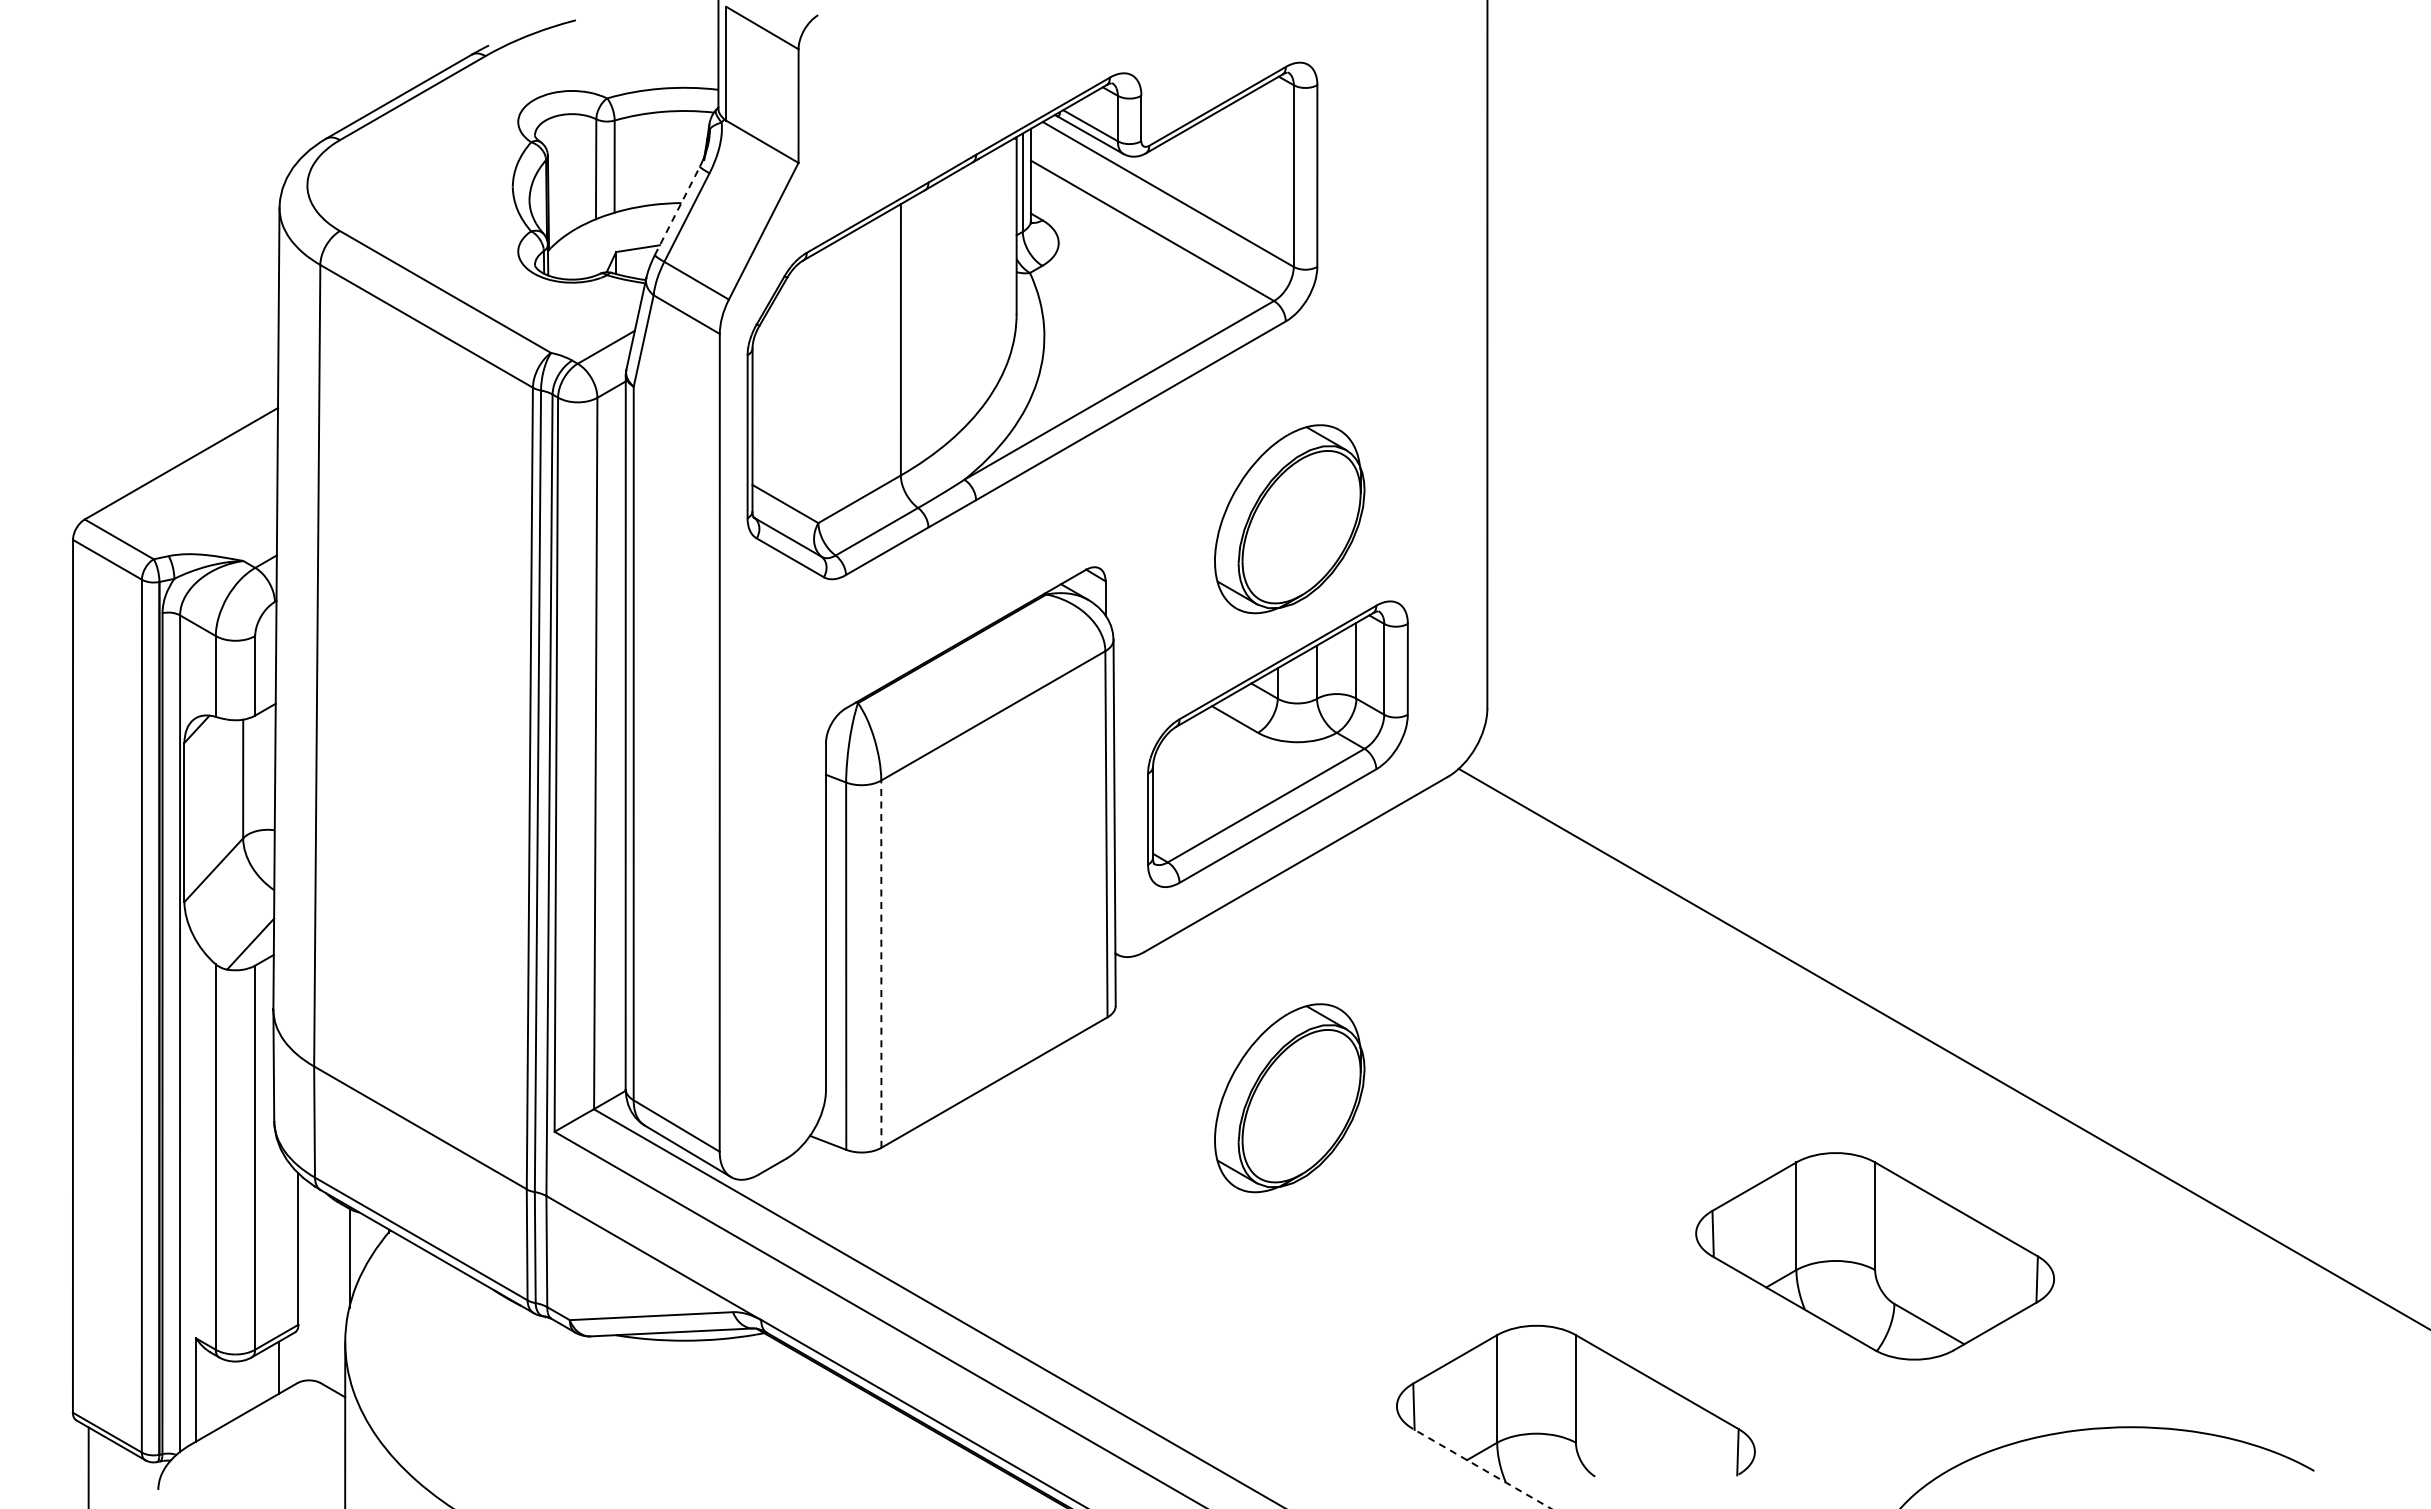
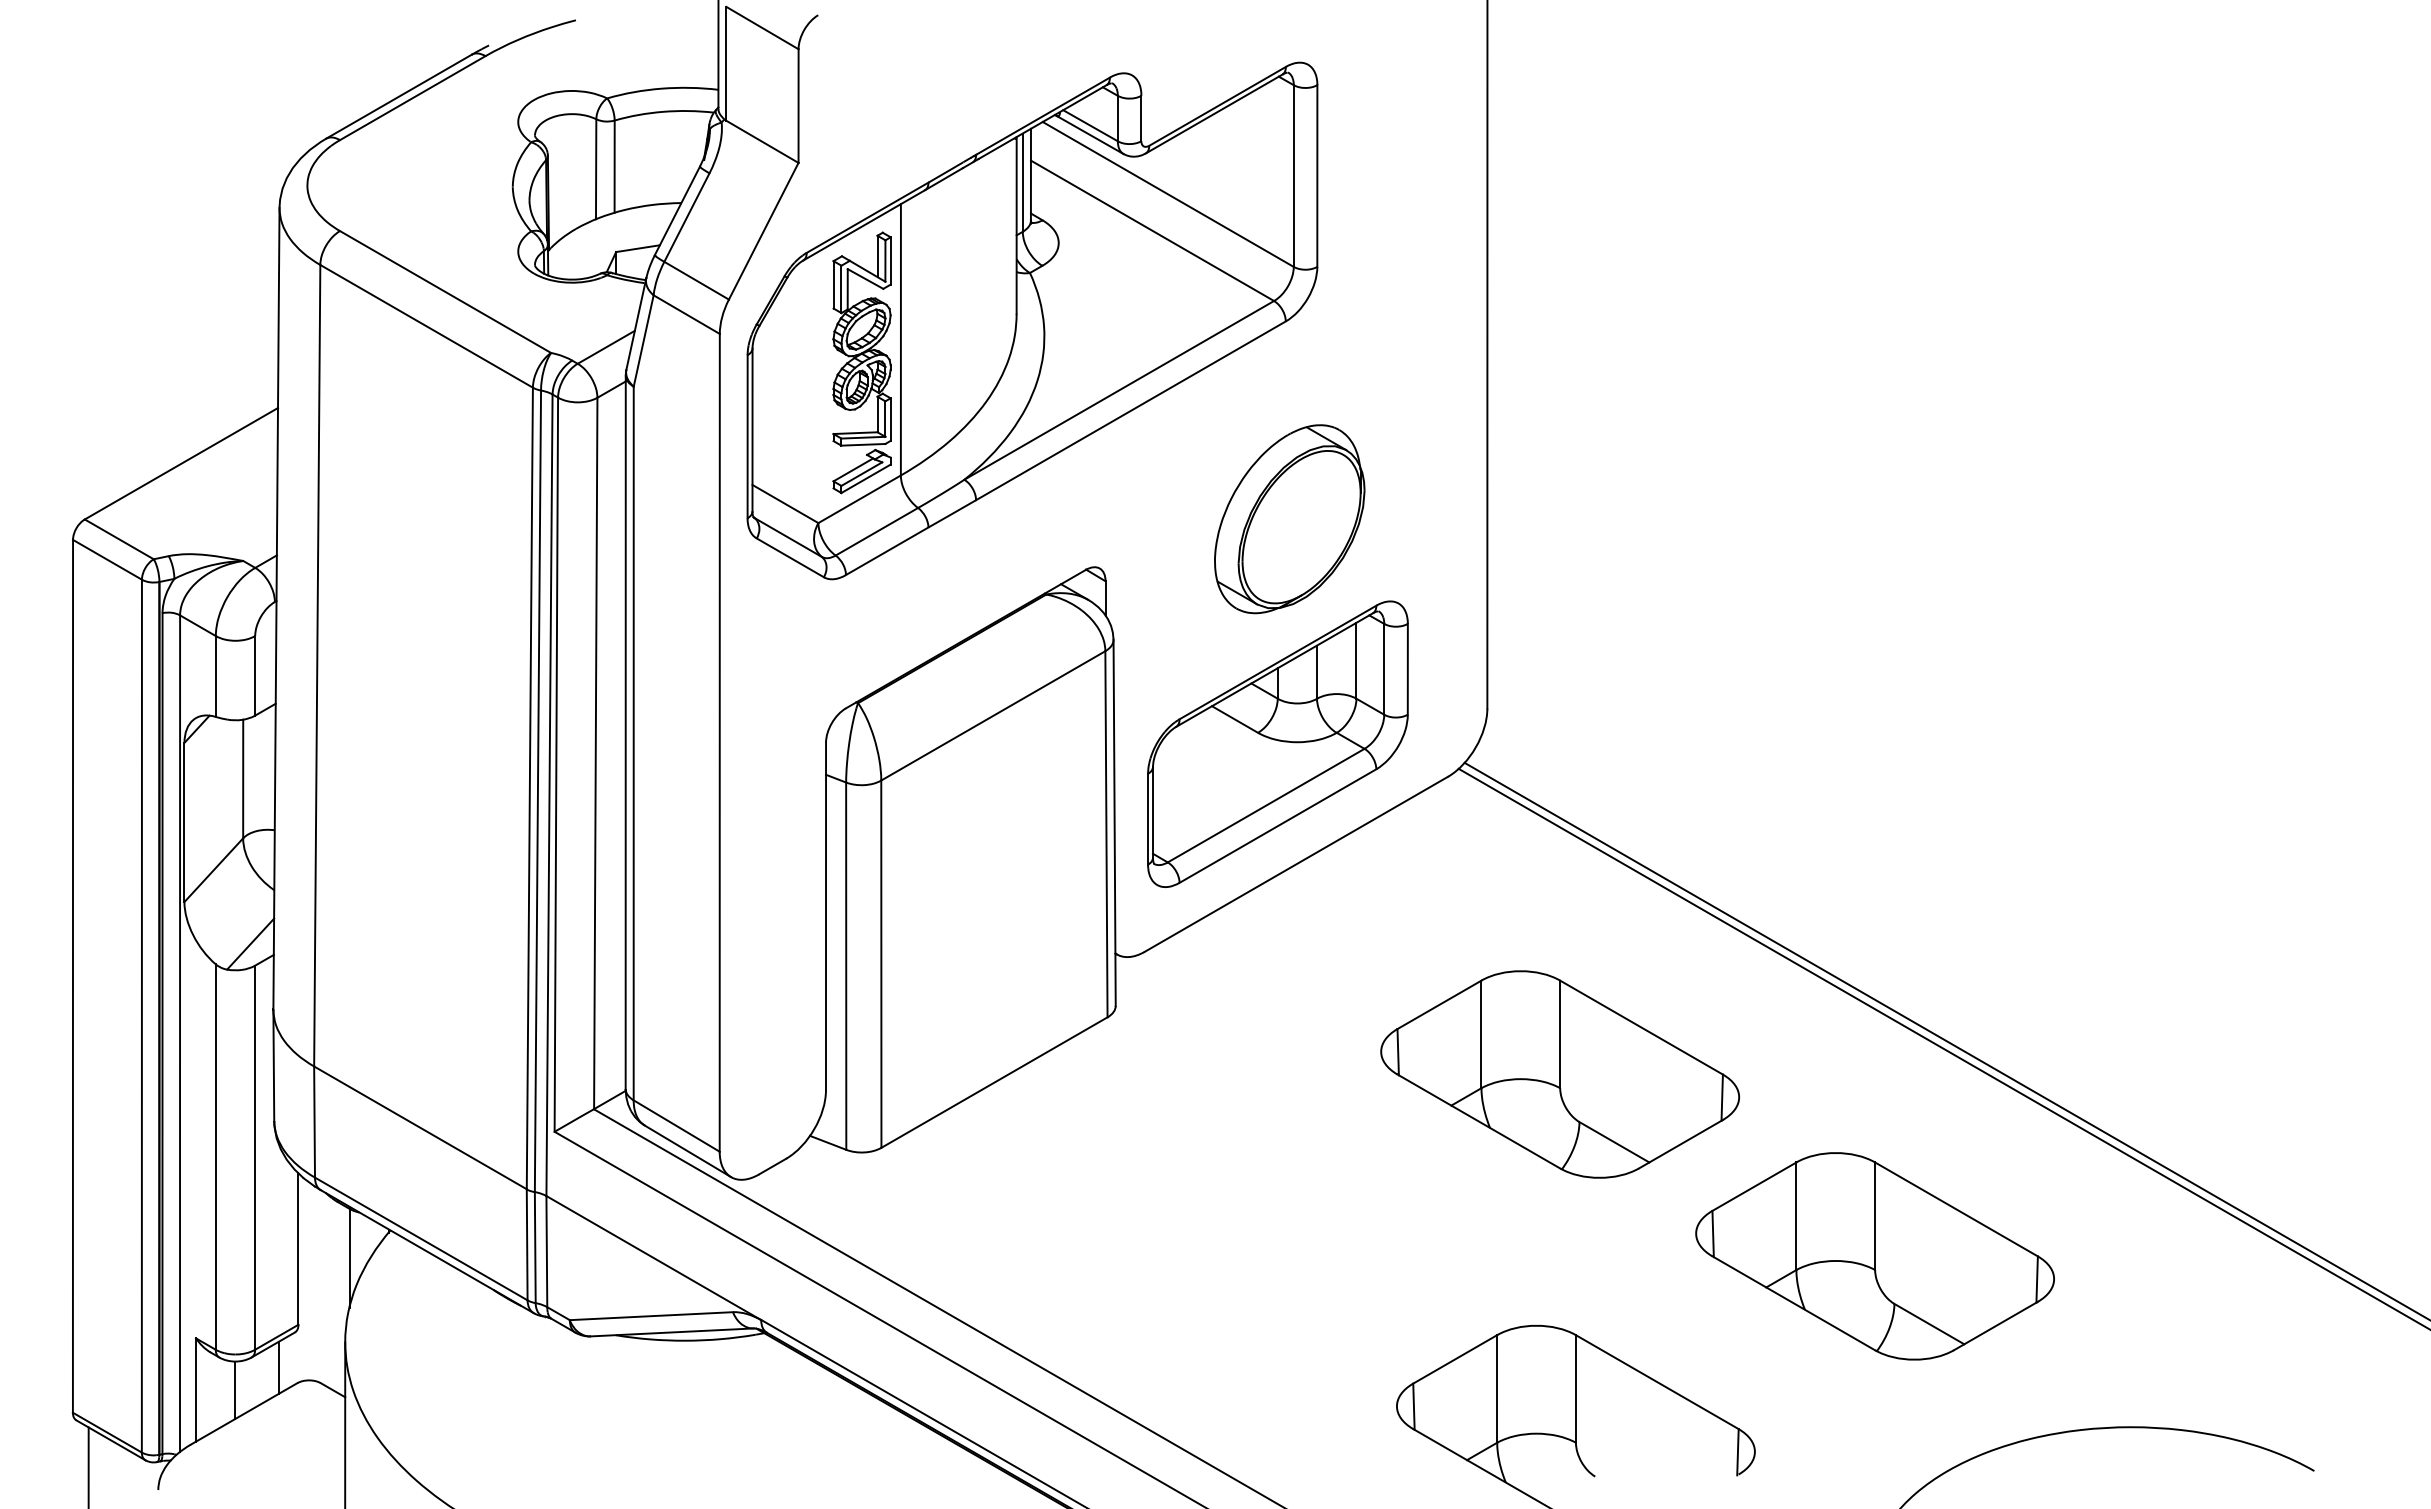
line at (677, 210): dashed -> solid
part at (861, 362): none -> present
line at (881, 964): dashed -> solid
line at (1945, 1040): none -> present
part at (1559, 1074): none -> present
part at (1289, 1098): present -> none
line at (235, 1389): none -> present
line at (1481, 1468): dashed -> solid
